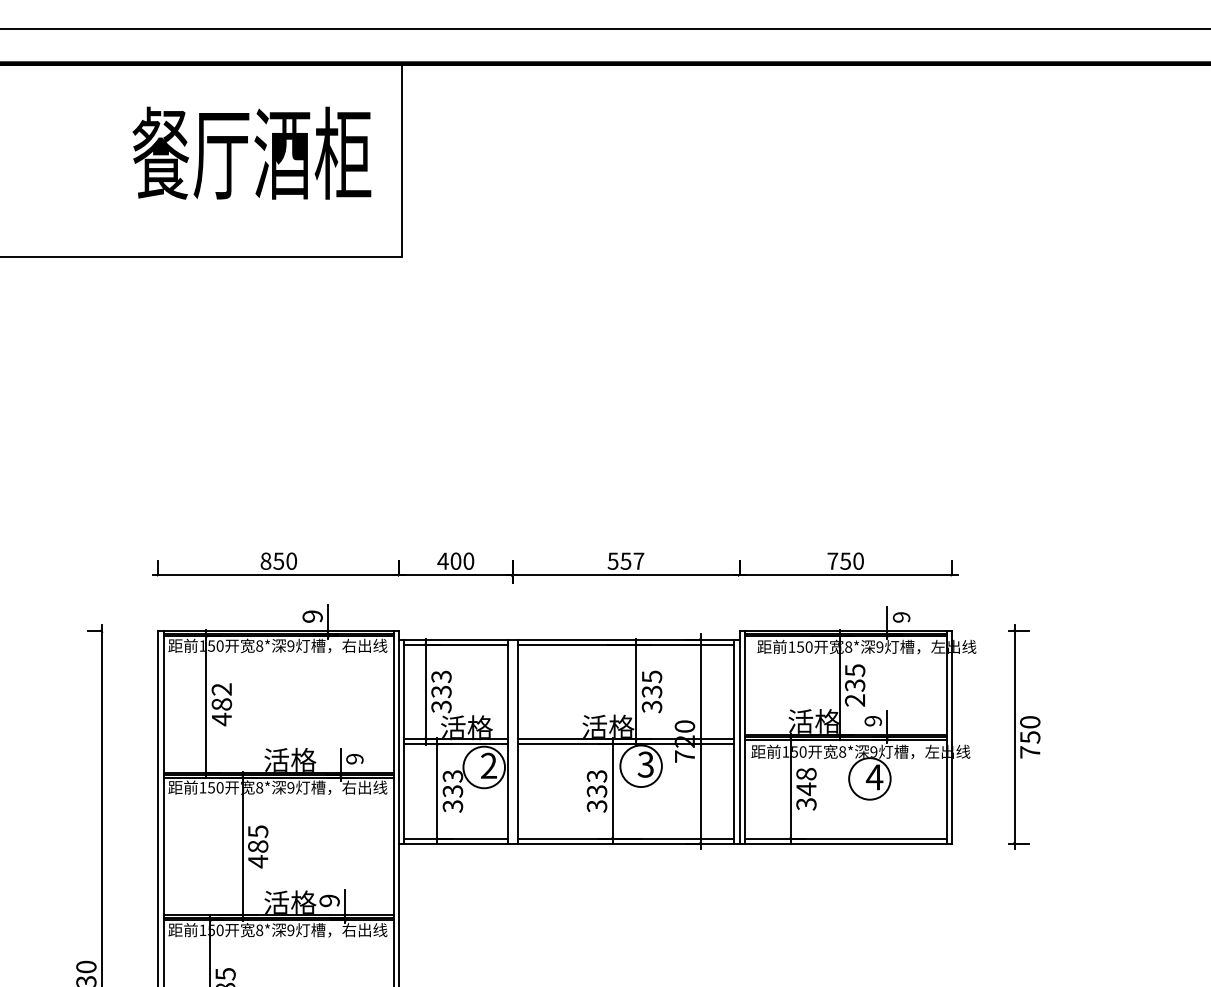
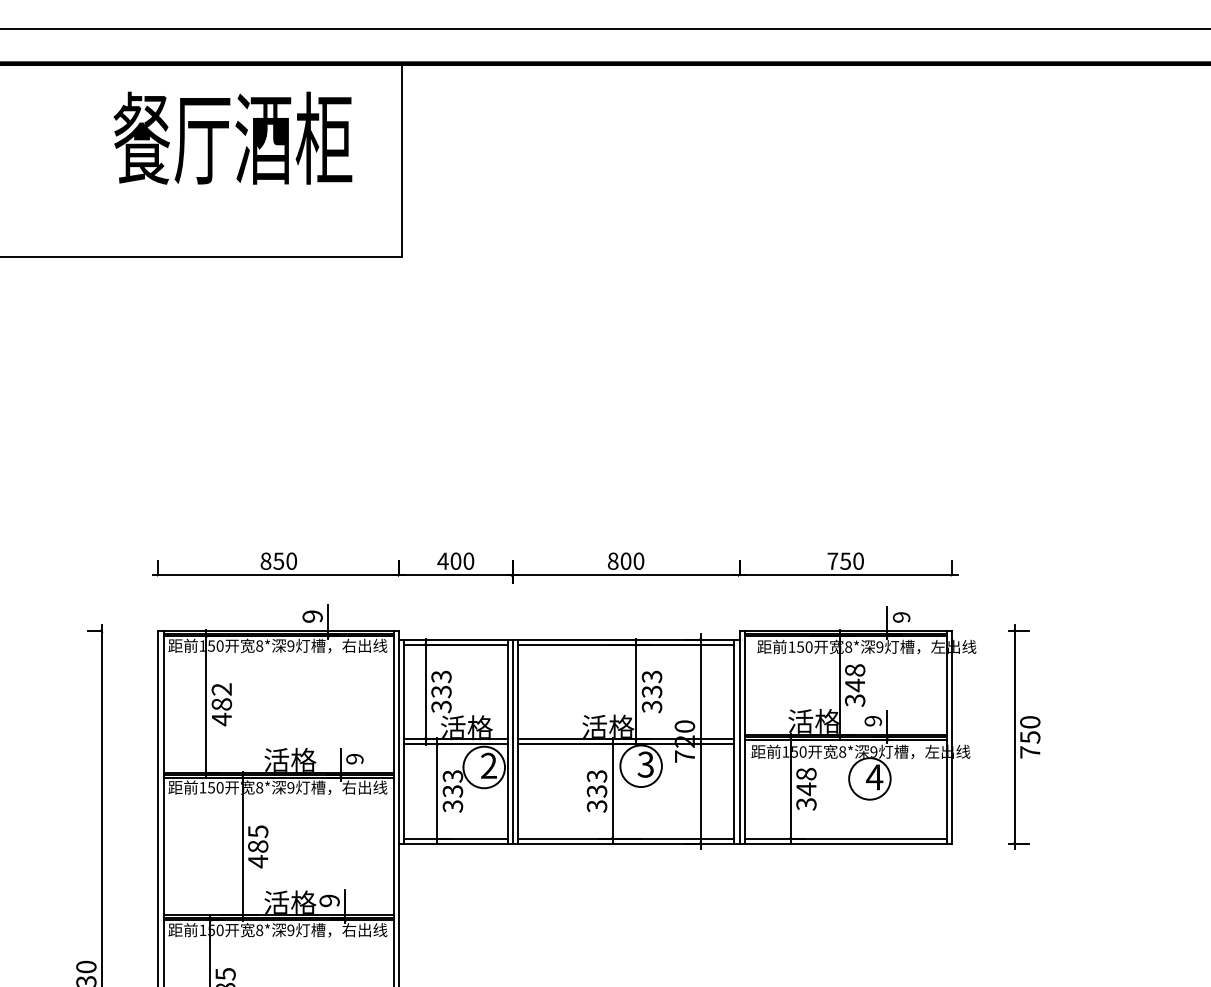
text at (251, 152) position: (251, 152) -> (232, 137)
text at (625, 560): 557 -> 800
text at (651, 676): 335 -> 333
text at (855, 685): 235 -> 348
line at (512, 741): none -> present
